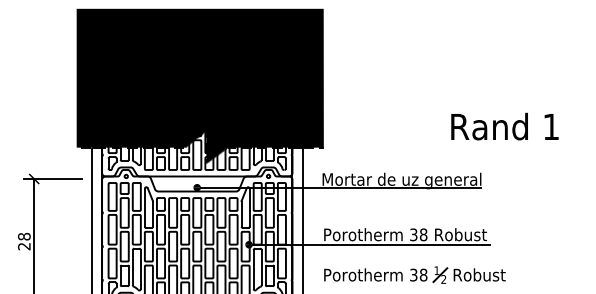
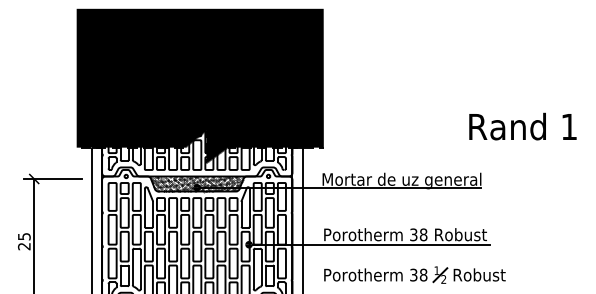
text at (504, 126) position: (504, 126) -> (522, 126)
hatch at (197, 183): none -> present
text at (23, 236): 28 -> 25
